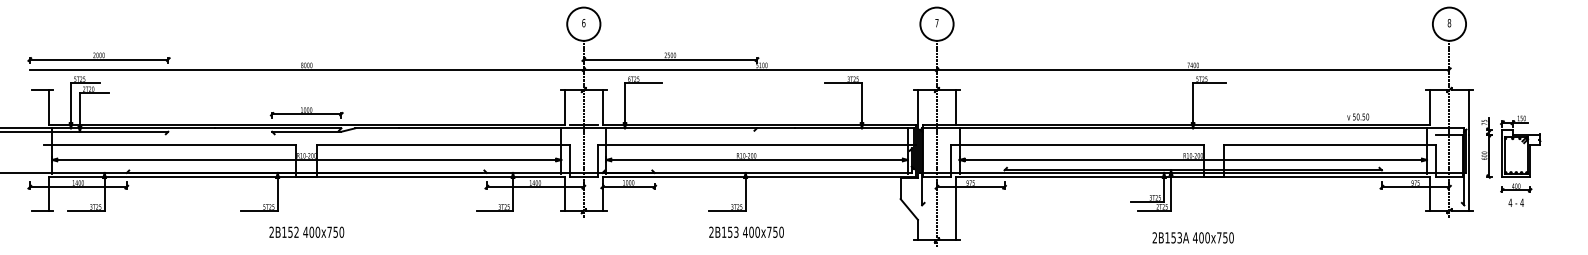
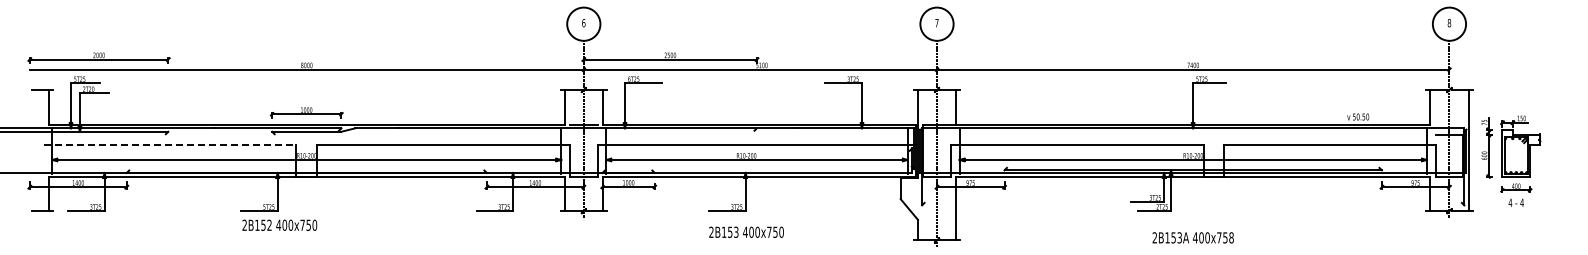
line at (170, 145): solid -> dashed
text at (306, 231) position: (306, 231) -> (279, 224)
text at (1231, 237): 400x750 -> 400x758
